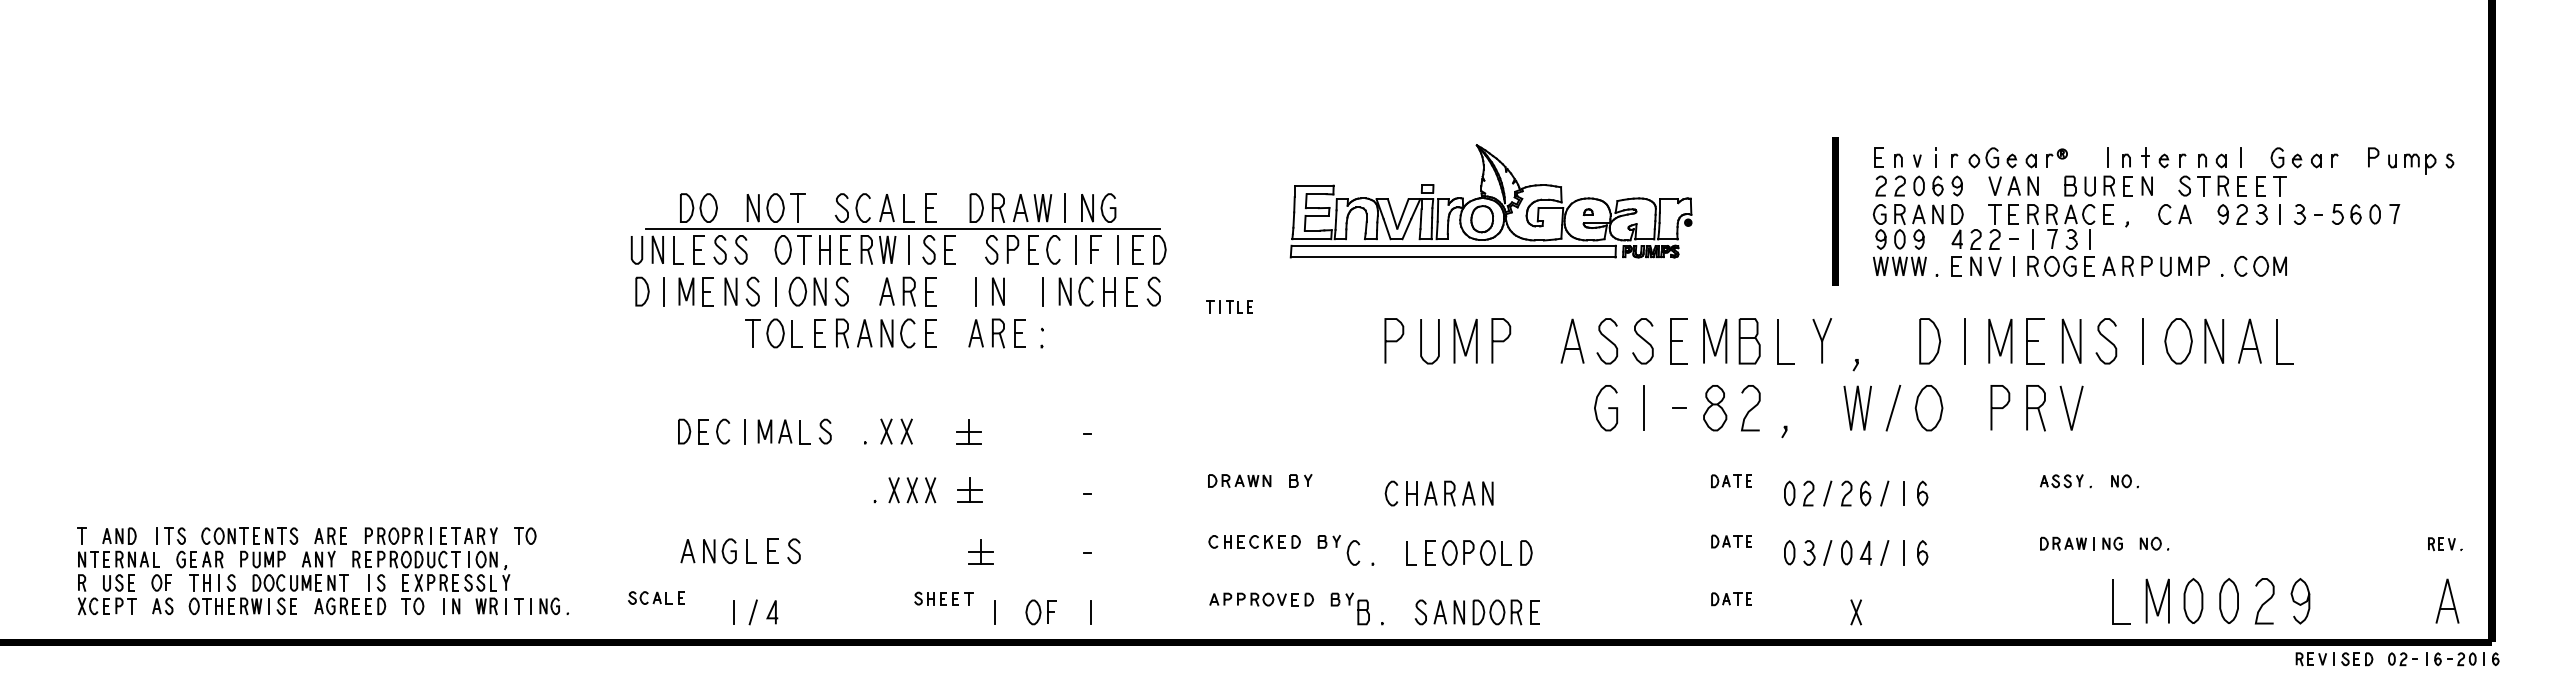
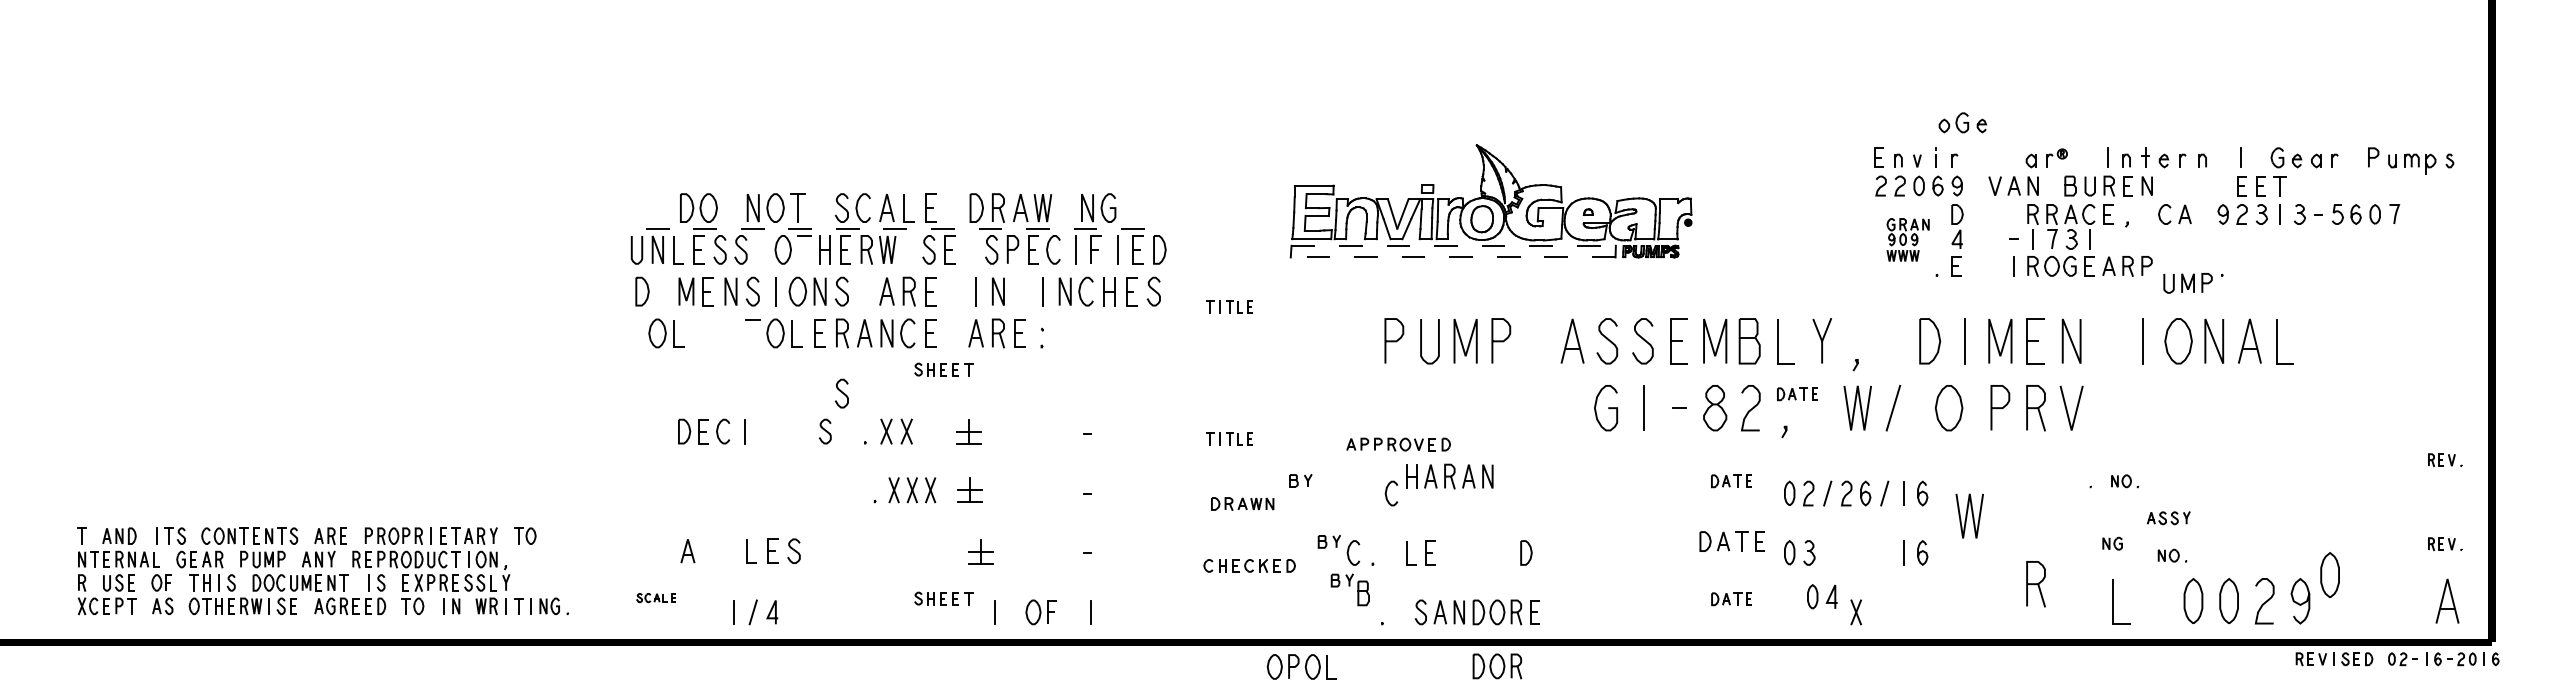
part at (1992, 157) position: (1992, 157) -> (1962, 122)
part at (2203, 174): present -> none
line at (1065, 208): present -> none
line at (1835, 211): present -> none
line at (903, 229): solid -> dashed
part at (1907, 239) size: 72x72 px -> 44x44 px
part at (1994, 240): present -> none
line at (1454, 245): solid -> dashed
line at (804, 249): present -> none
line at (908, 249): present -> none
line at (1452, 257): solid -> dashed
part at (2184, 266) position: (2184, 266) -> (2187, 283)
part at (2260, 266): present -> none
line at (664, 291): present -> none
part at (666, 333): none -> present
line at (753, 333): present -> none
curve at (2106, 340): present -> none
part at (943, 369): none -> present
curve at (841, 392): none -> present
part at (1797, 394): none -> present
part at (1928, 408) position: (1928, 408) -> (1948, 408)
part at (783, 431): present -> none
part at (1229, 438): none -> present
part at (2445, 460): none -> present
part at (1239, 480) position: (1239, 480) -> (1242, 503)
part at (2061, 481) position: (2061, 481) -> (2168, 518)
part at (1449, 493) position: (1449, 493) -> (1449, 476)
line at (1967, 515): none -> present
part at (1254, 541) position: (1254, 541) -> (1249, 565)
part at (1731, 541) size: 41x15 px -> 66x21 px
part at (2067, 543): present -> none
part at (2154, 543) position: (2154, 543) -> (2172, 555)
part at (719, 550): present -> none
part at (1476, 552) position: (1476, 552) -> (1301, 666)
line at (1827, 552): present -> none
part at (1856, 552) position: (1856, 552) -> (1822, 596)
line at (1884, 552): present -> none
part at (2329, 574): none -> present
part at (2035, 584): none -> present
part at (656, 597) size: 57x14 px -> 40x11 px
part at (1261, 599) position: (1261, 599) -> (1398, 444)
line at (2154, 600): present -> none
part at (1349, 608) position: (1349, 608) -> (1349, 589)
part at (1497, 666): none -> present
